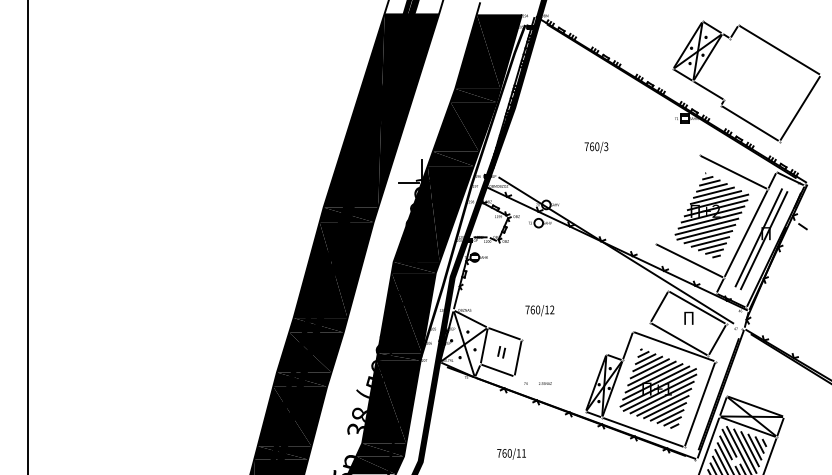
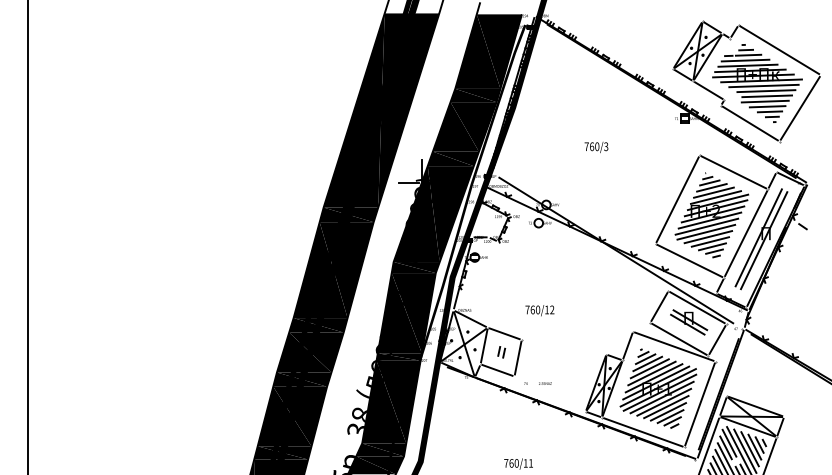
part at (757, 83): none -> present
line at (677, 199): none -> present
hatch at (688, 322): none -> present
text at (511, 453) position: (511, 453) -> (518, 463)
